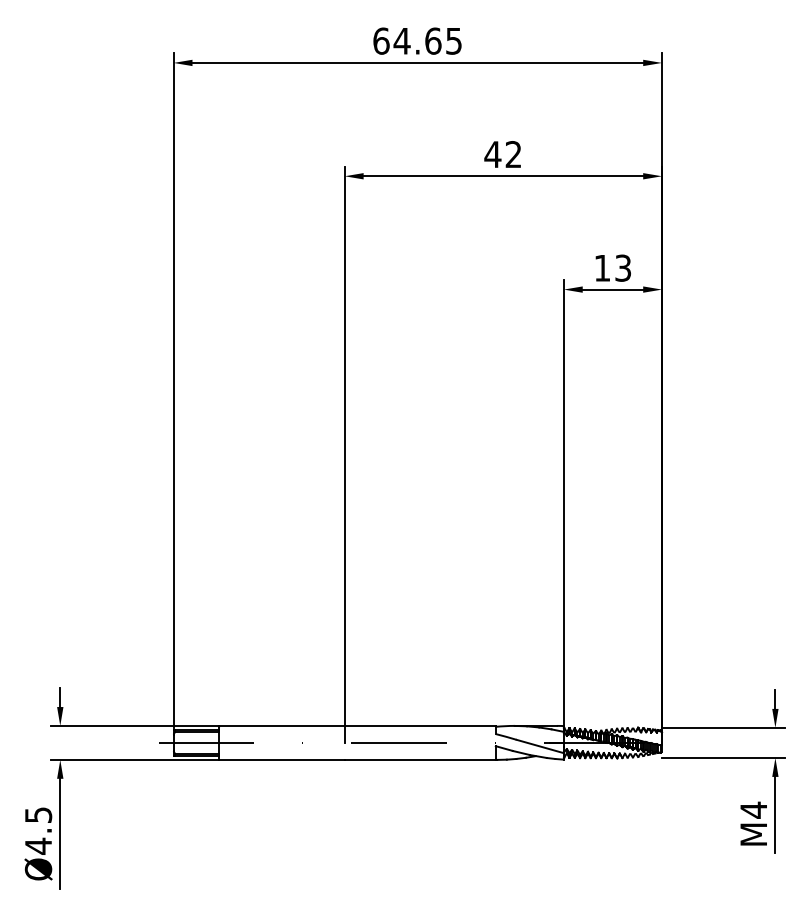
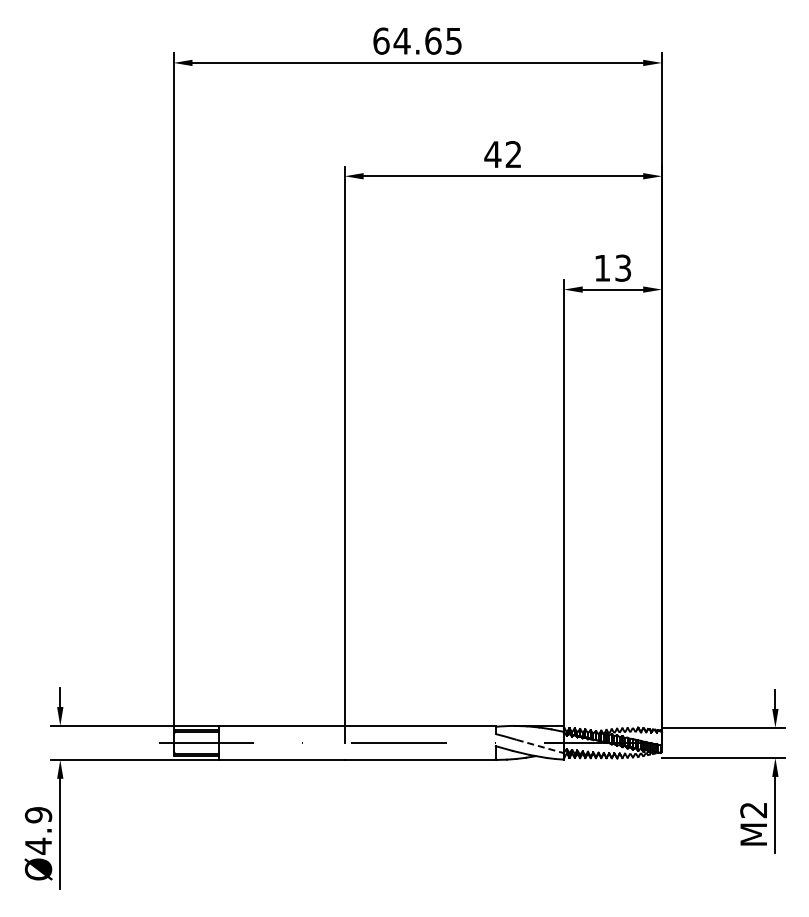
line at (540, 746): solid -> dashed
text at (753, 809): M4 -> M2
text at (37, 815): Ø4.5 -> Ø4.9
